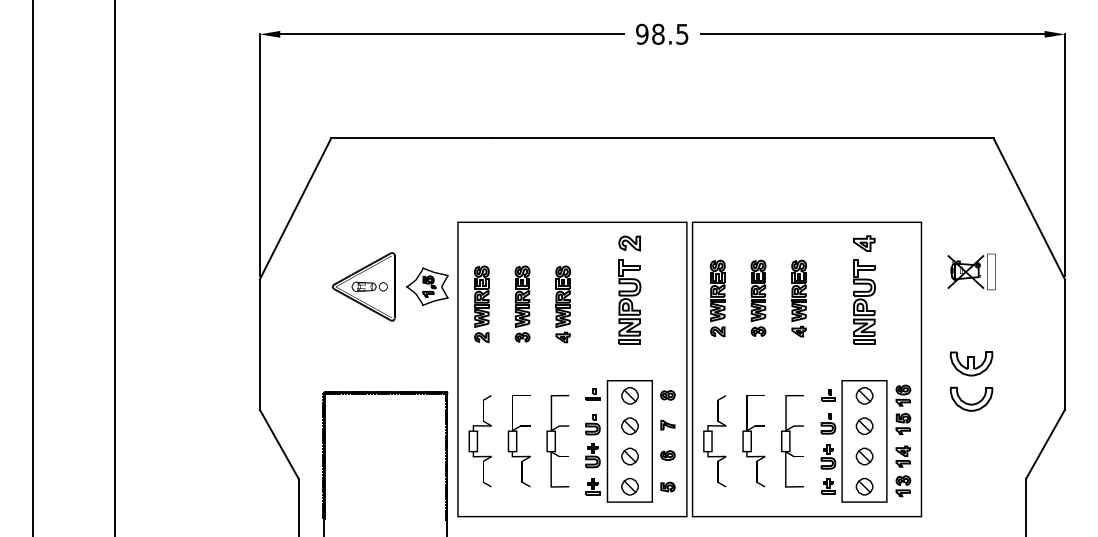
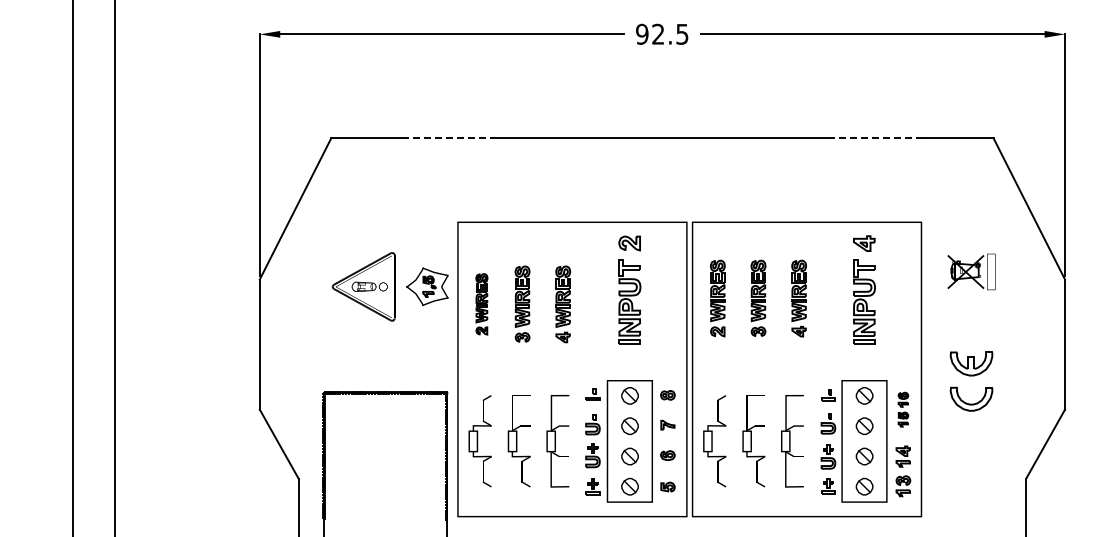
text at (658, 33): 98.5 -> 92.5
line at (446, 138): solid -> dashed
line at (878, 138): solid -> dashed
line at (32, 267) position: (32, 267) -> (72, 267)
part at (481, 304) size: 16x79 px -> 14x63 px
part at (903, 409) size: 17x51 px -> 13x37 px
